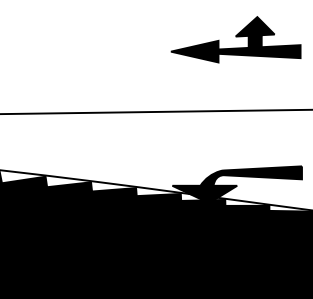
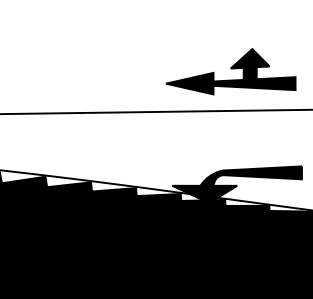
part at (235, 39) position: (235, 39) -> (230, 71)
